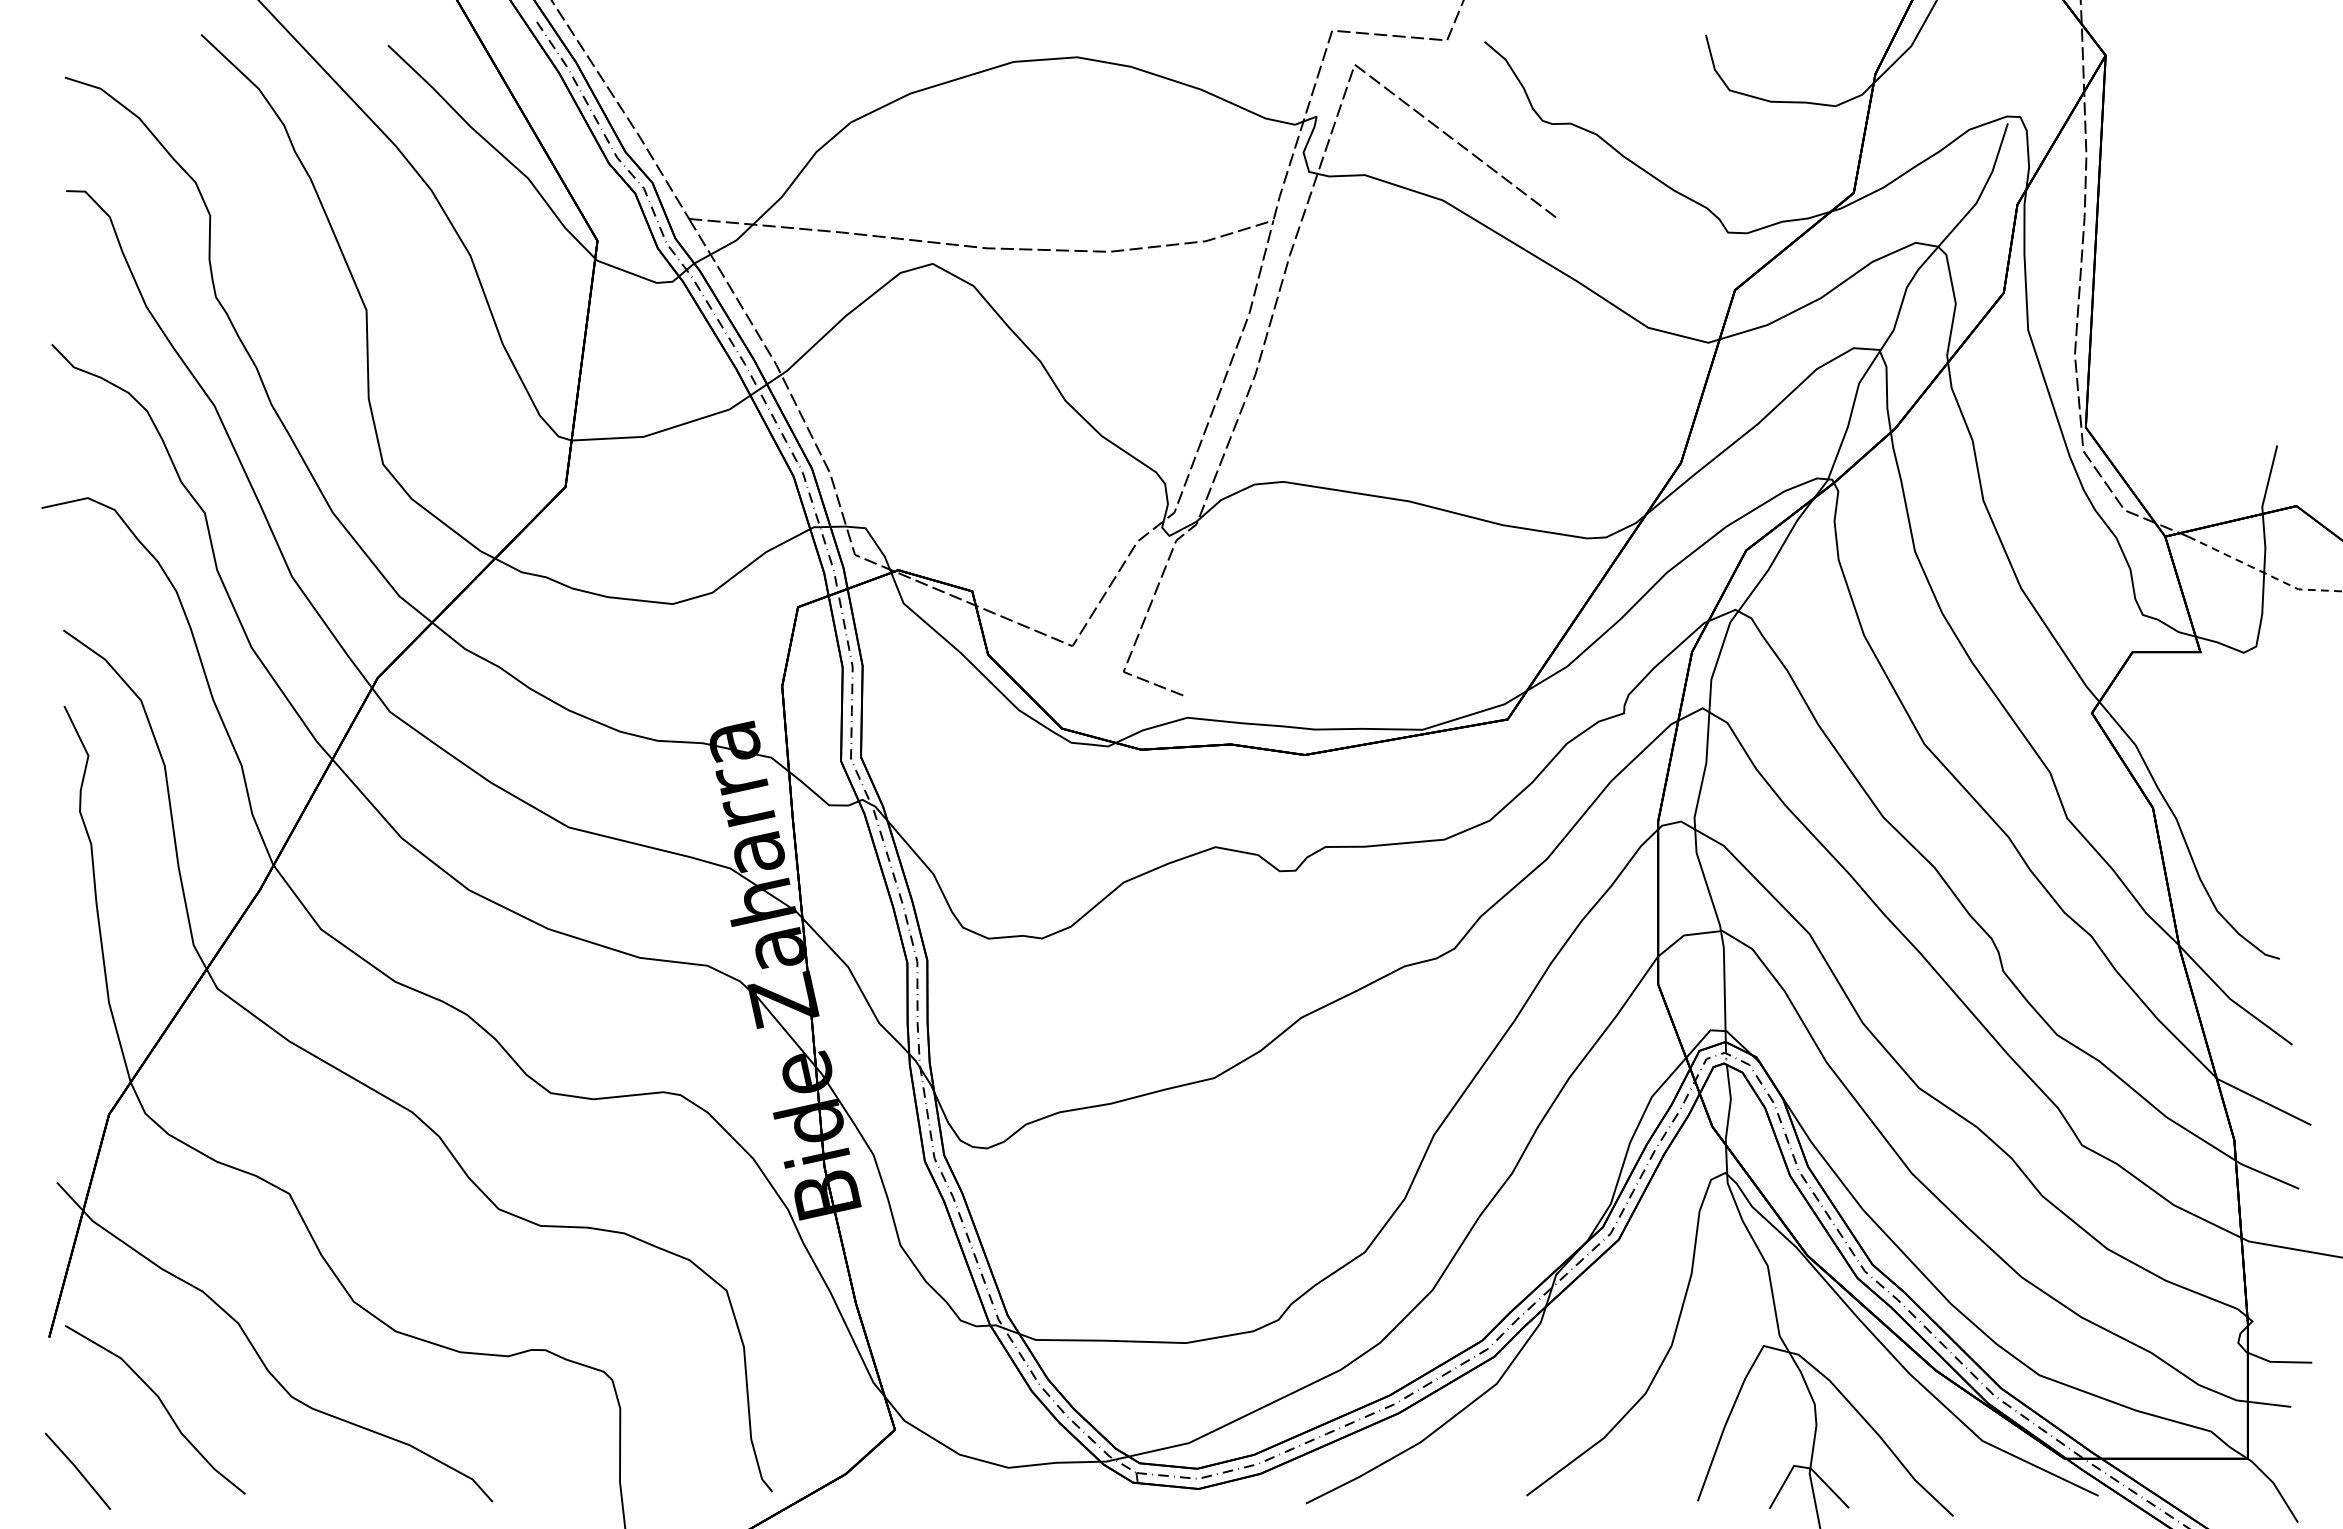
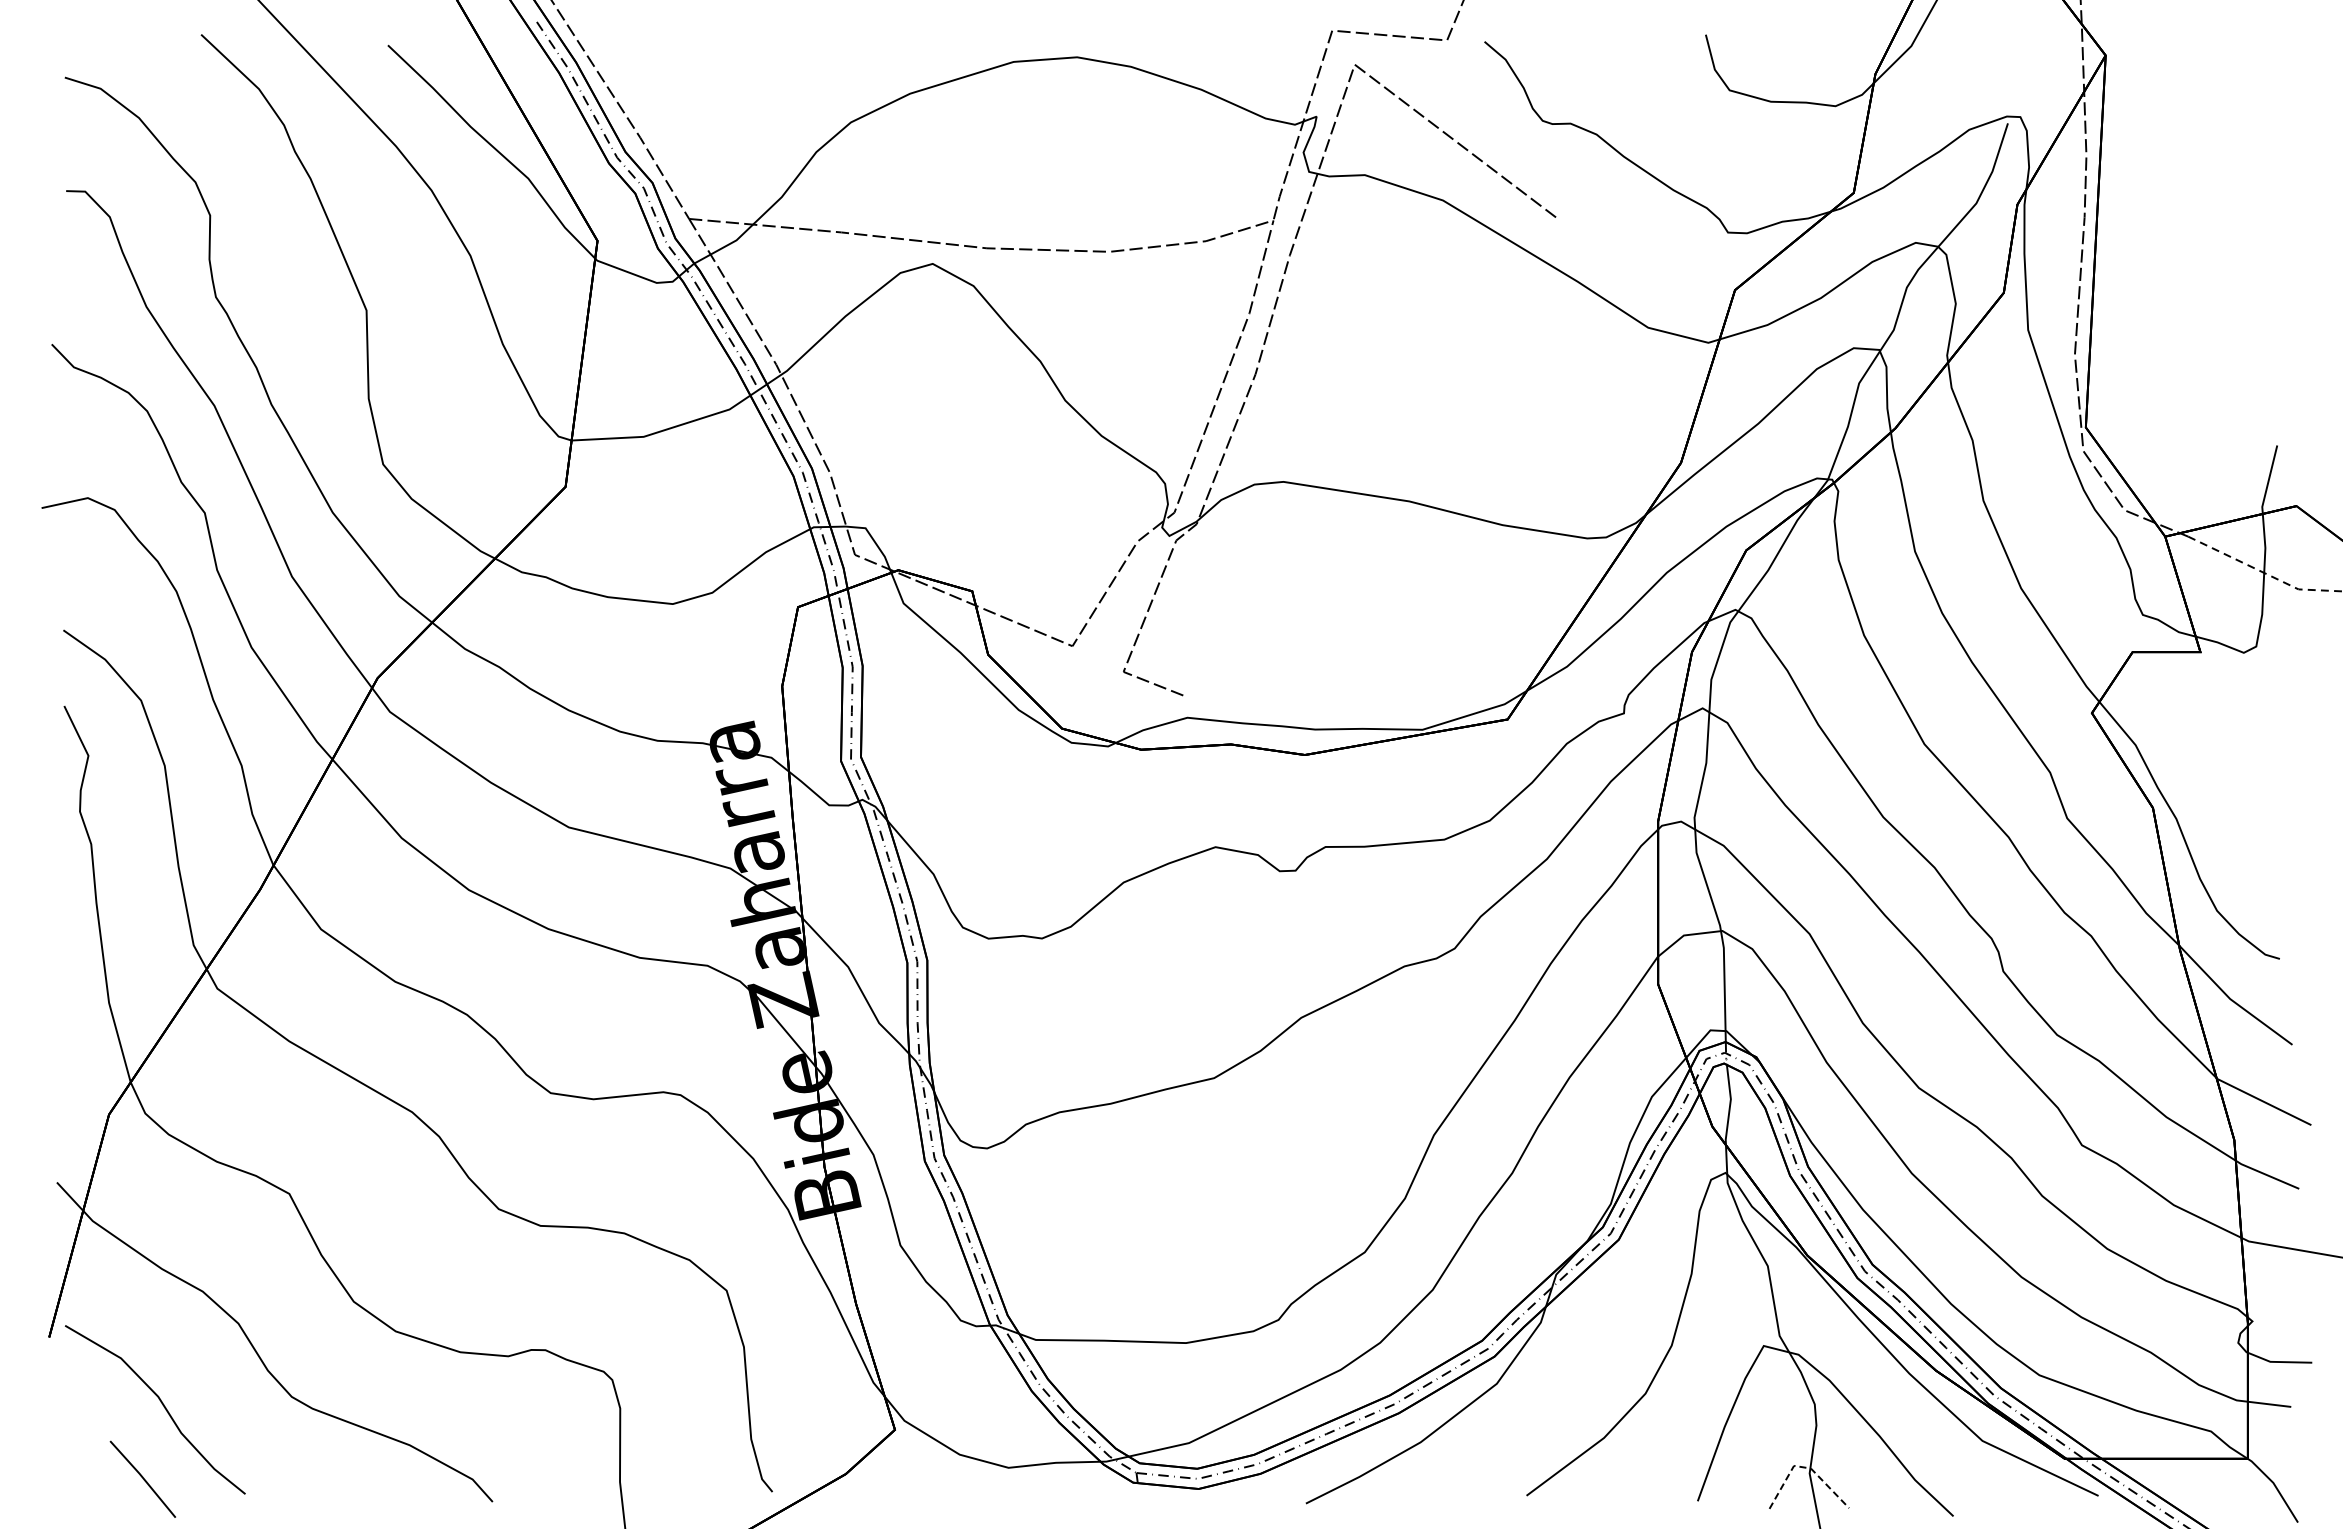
line at (1805, 1467): solid -> dashed
line at (77, 1470) position: (77, 1470) -> (142, 1478)
